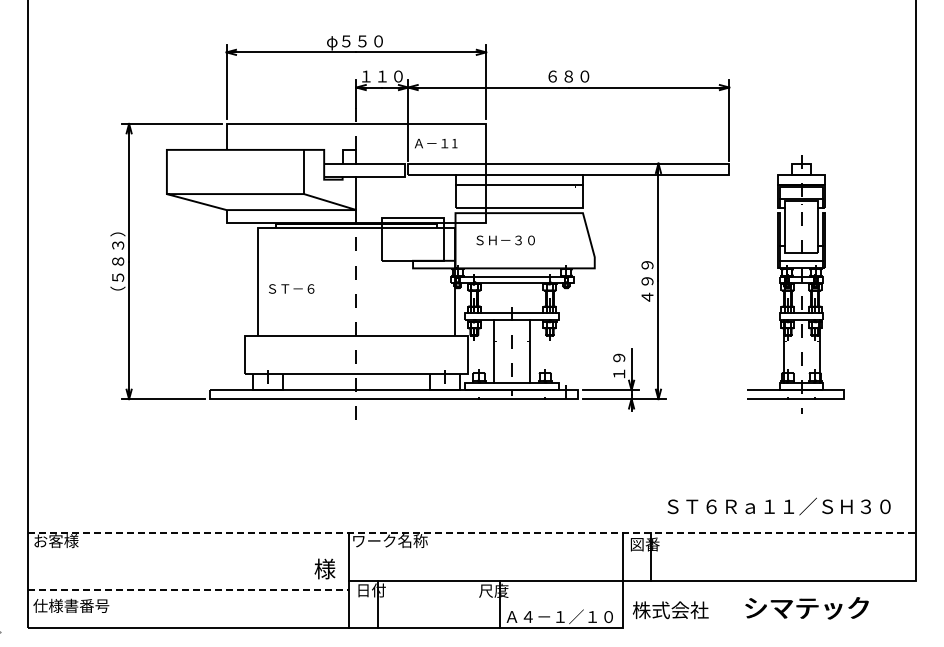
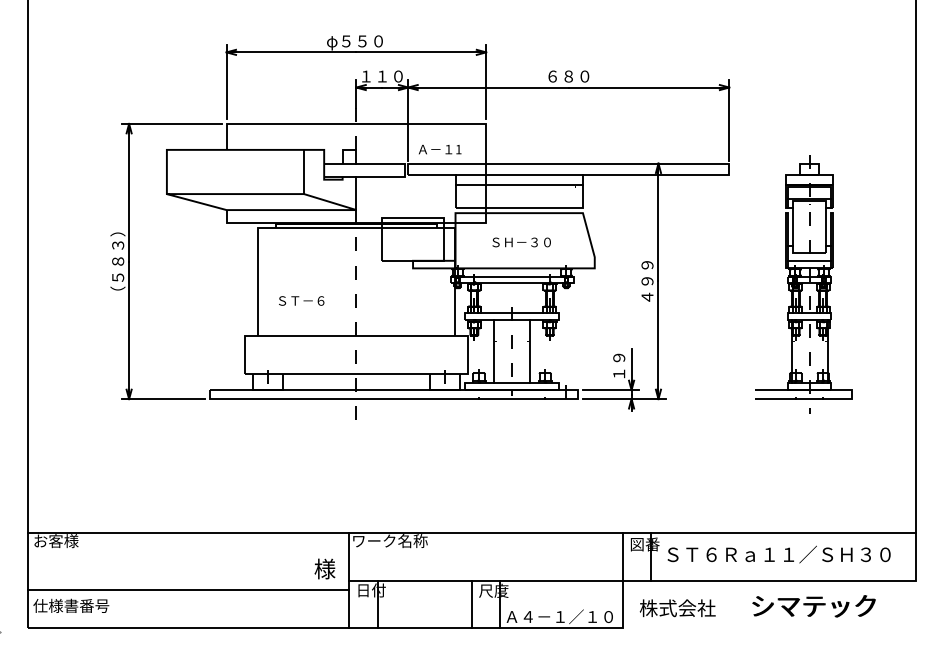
text at (436, 143) position: (436, 143) -> (440, 149)
text at (505, 240) position: (505, 240) -> (521, 242)
part at (795, 284) position: (795, 284) -> (803, 284)
text at (291, 288) position: (291, 288) -> (301, 300)
text at (778, 506) position: (778, 506) -> (778, 554)
line at (471, 533): dashed -> solid
line at (189, 589): dashed -> solid
line at (472, 603): none -> present
text at (750, 608) position: (750, 608) -> (757, 606)
